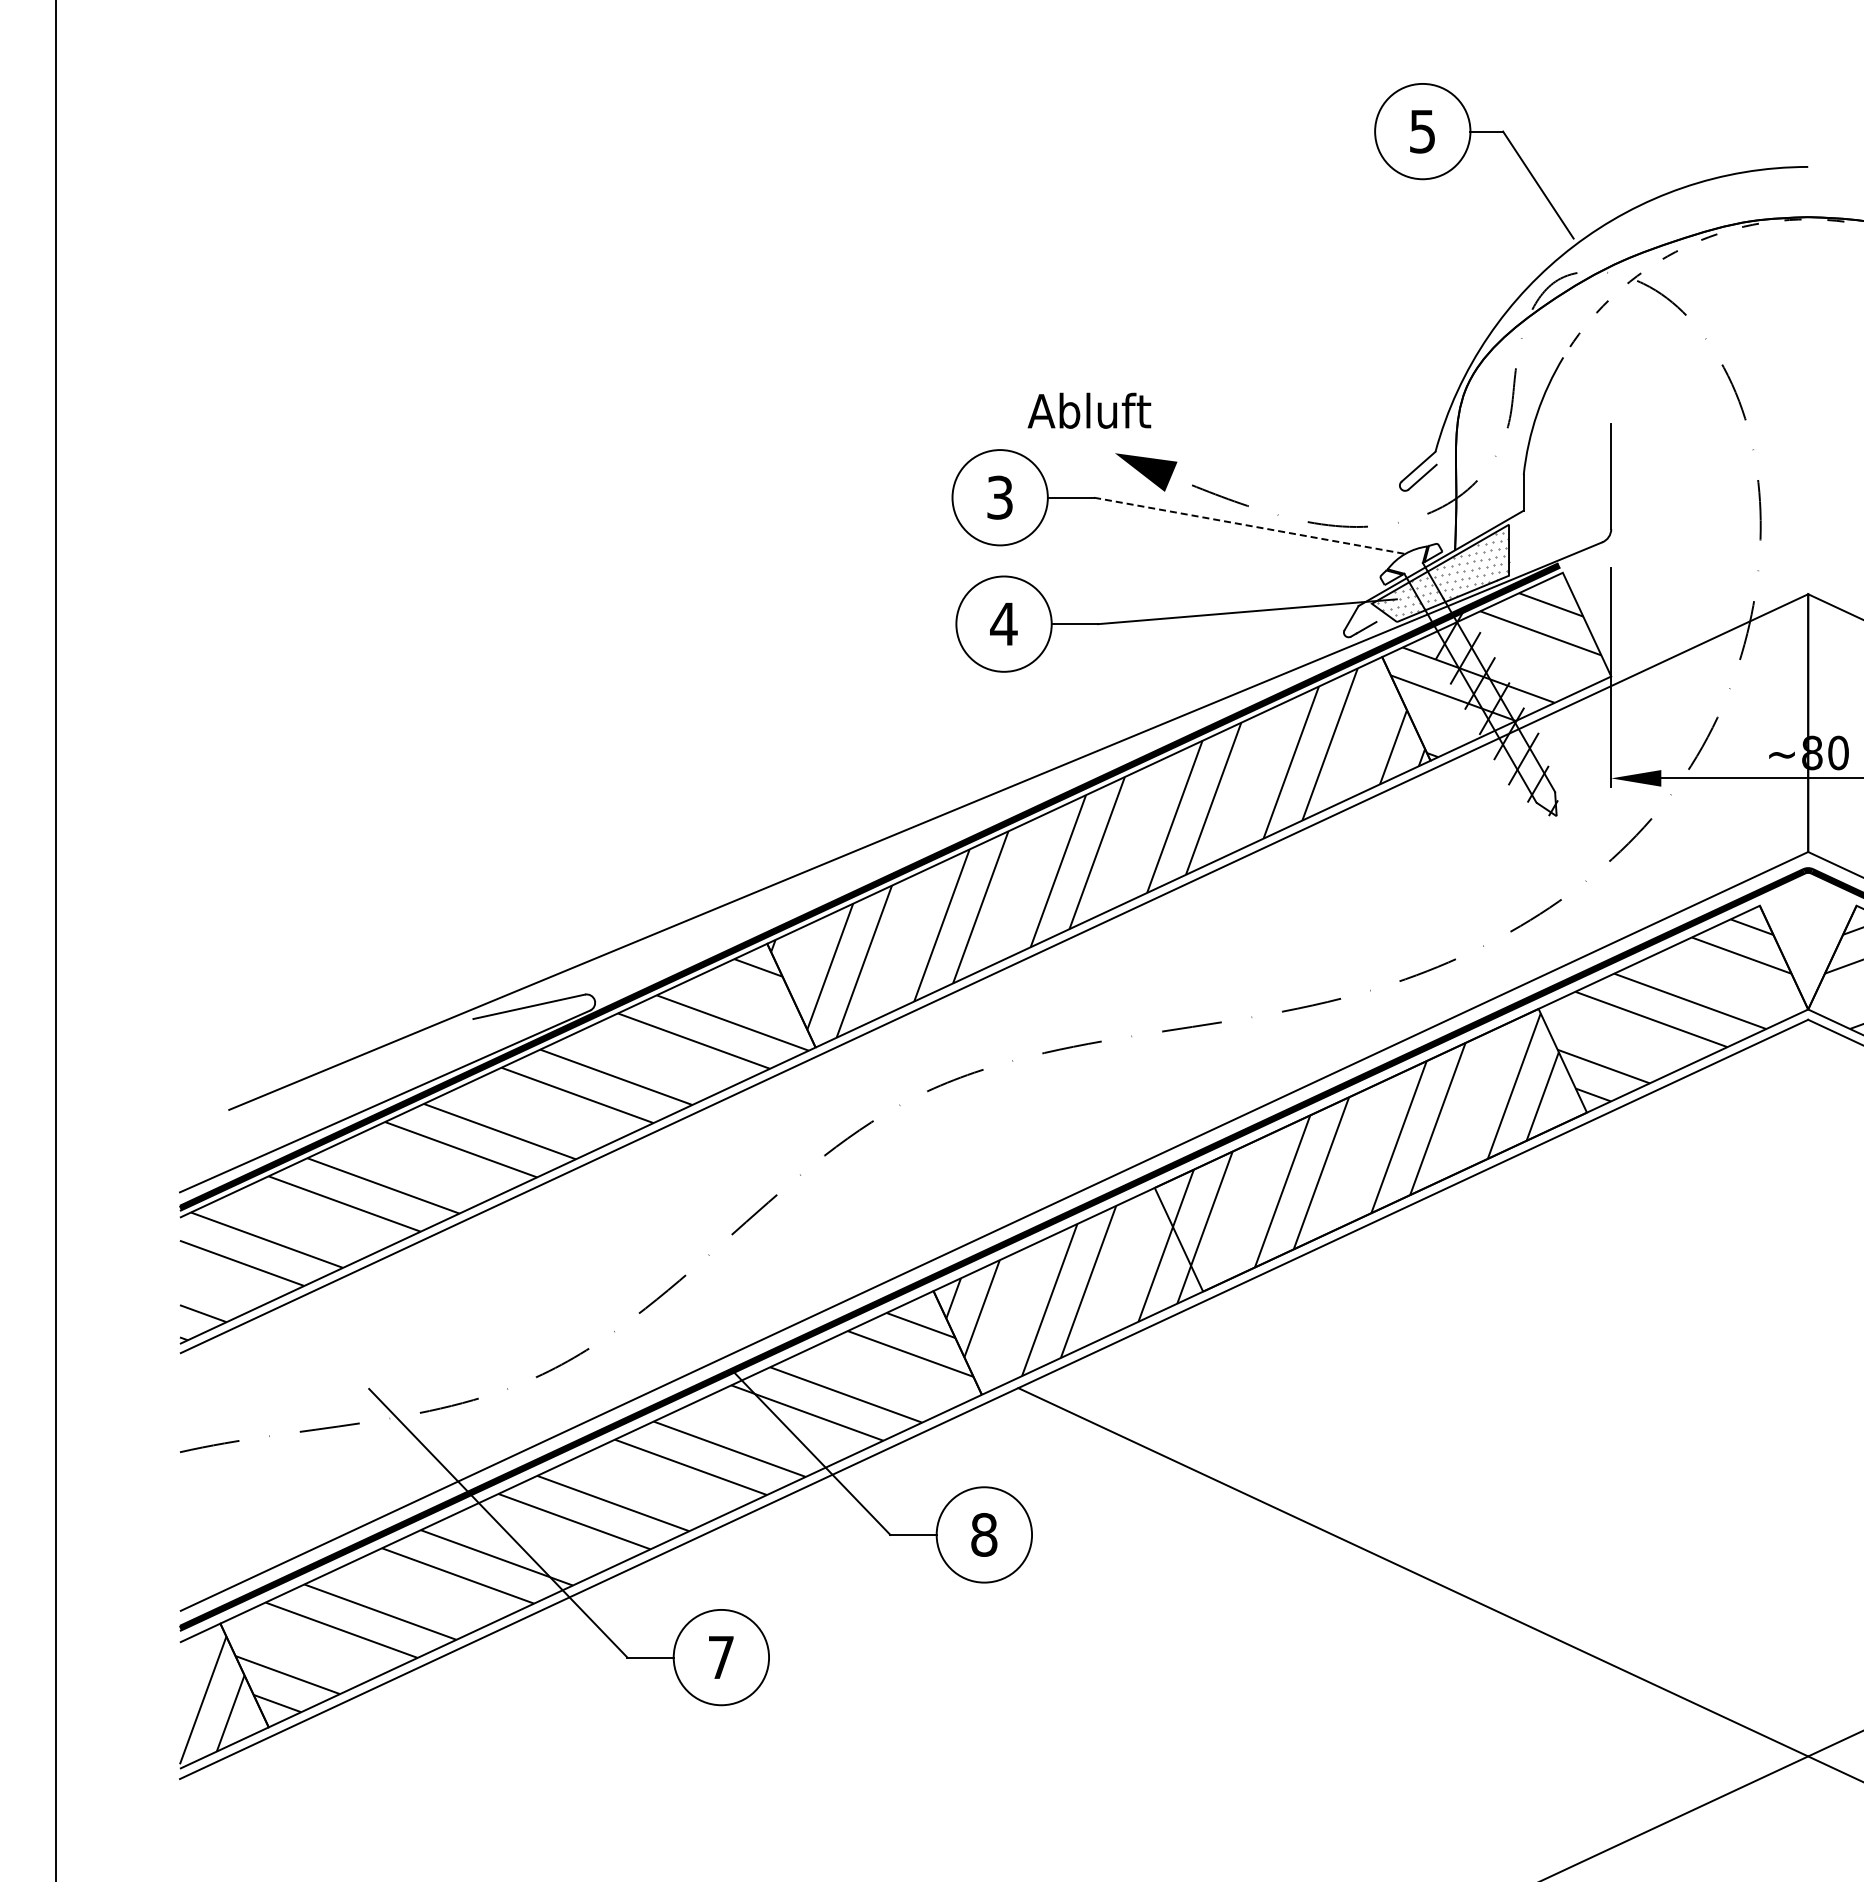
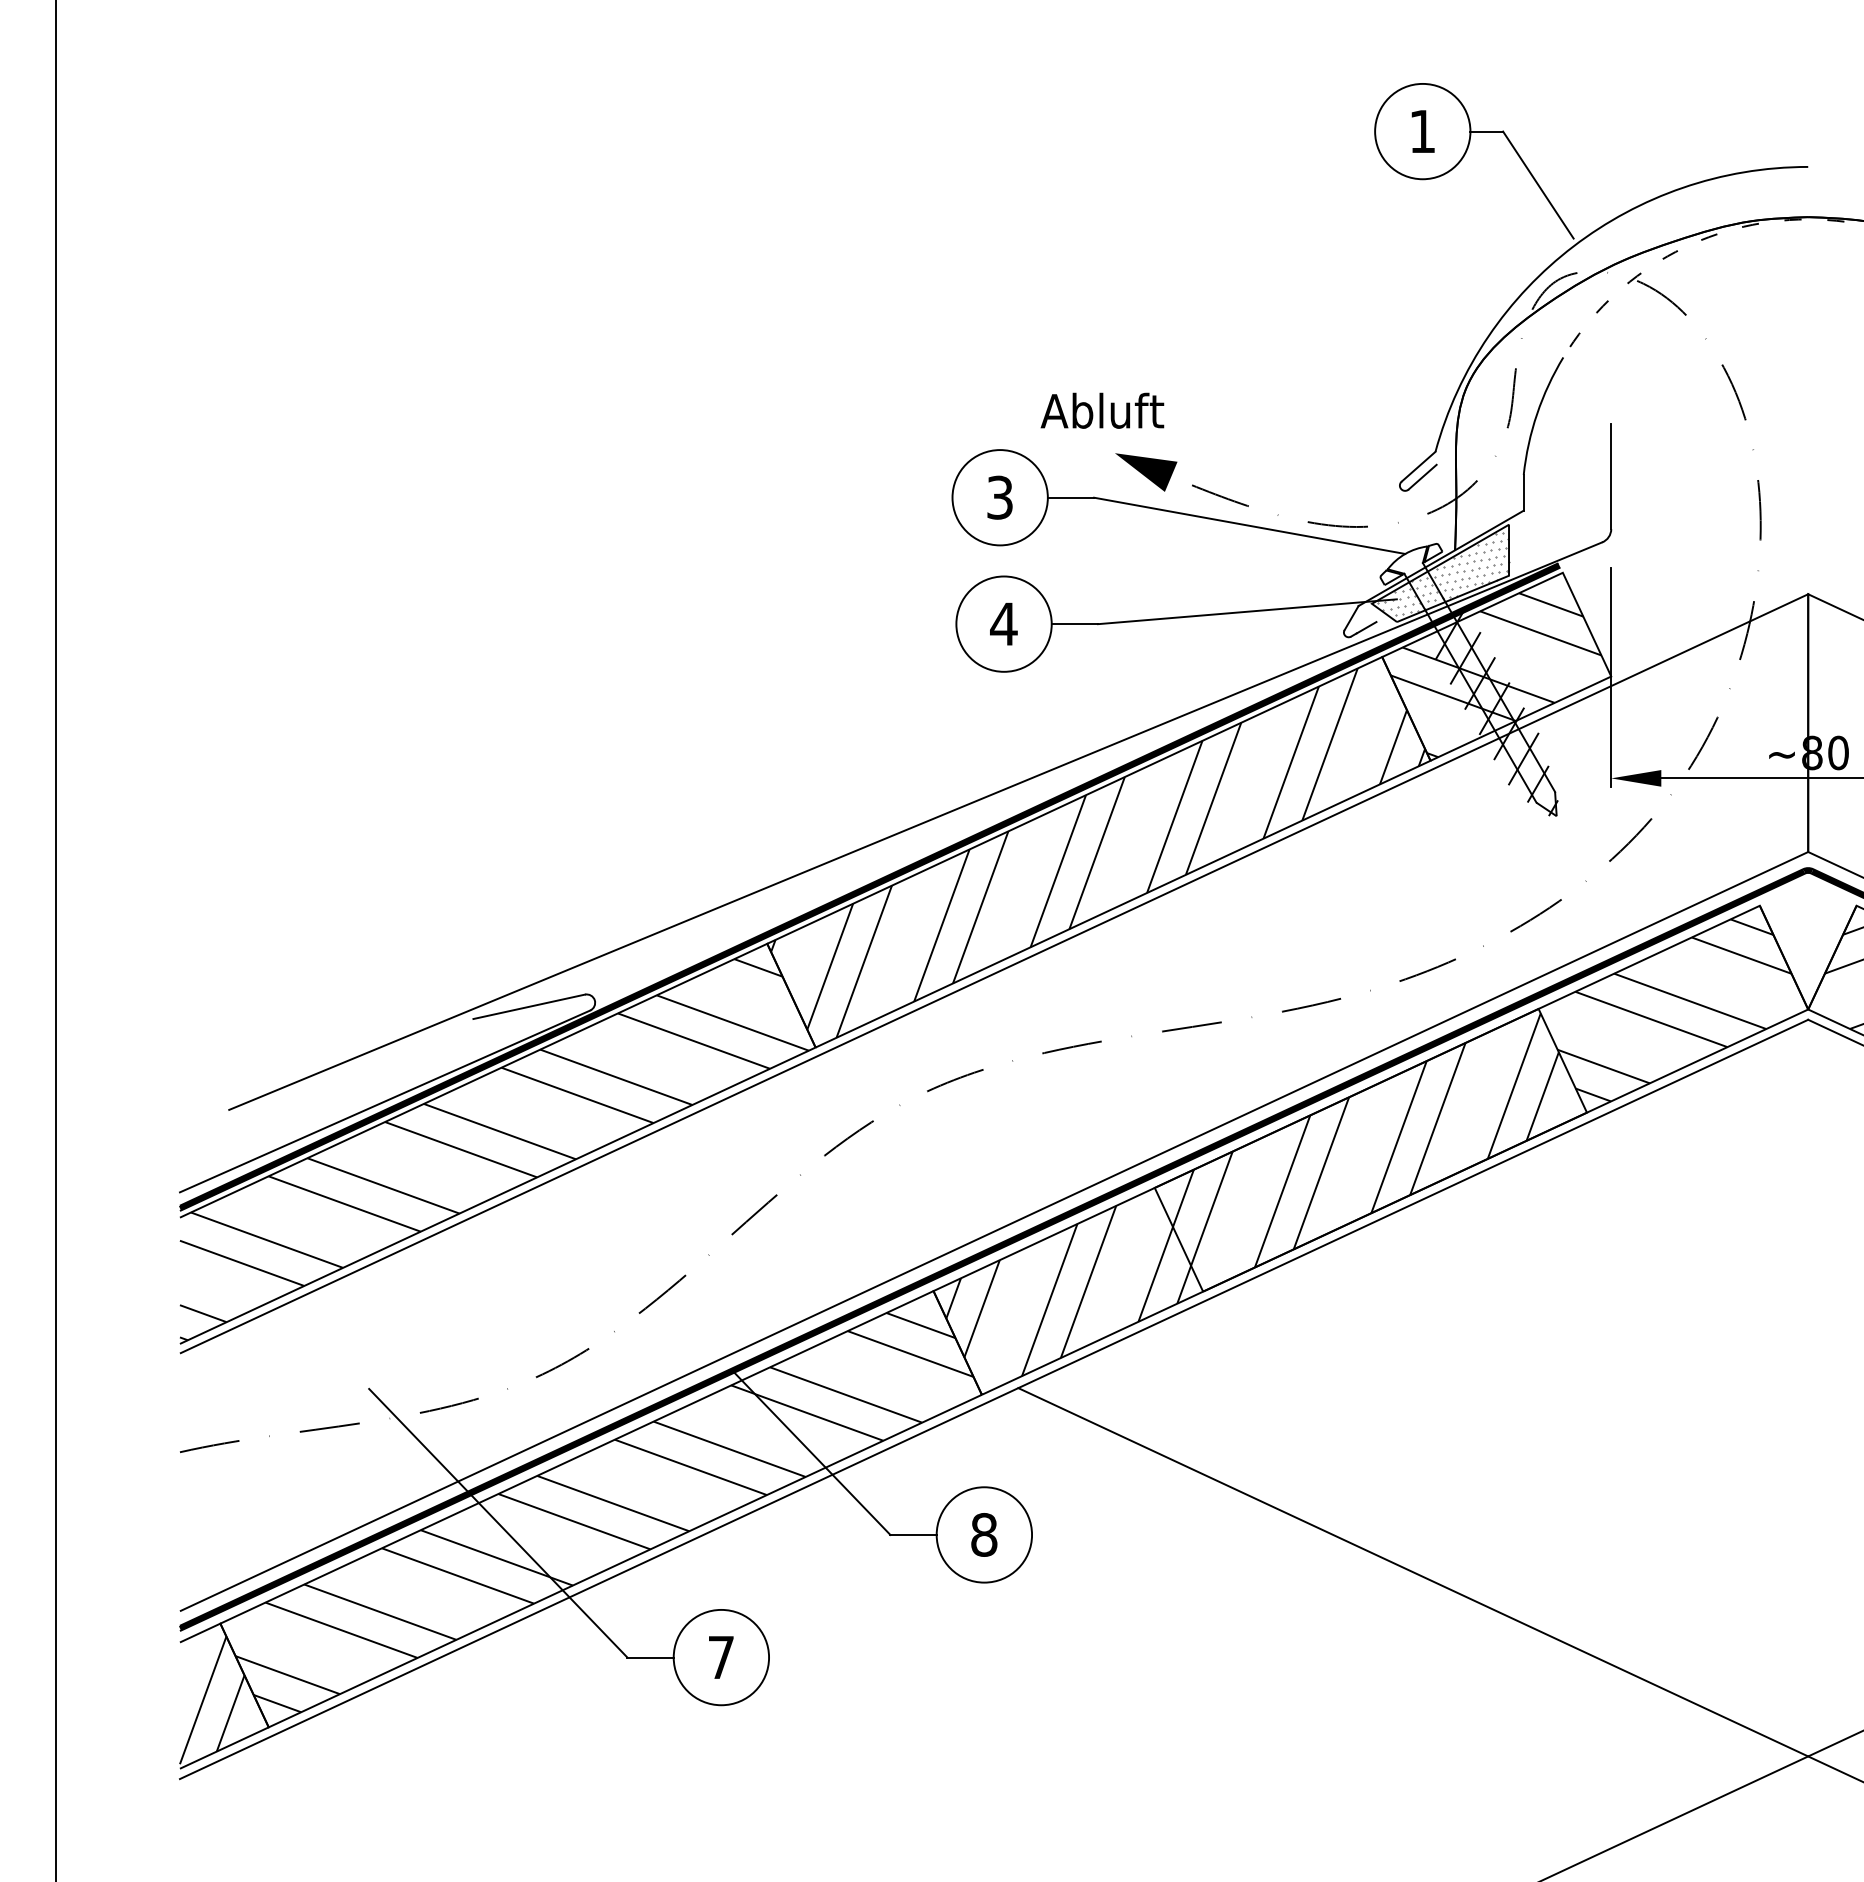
text at (1422, 131): 5 -> 1
text at (1089, 410) position: (1089, 410) -> (1102, 410)
line at (1250, 525): dashed -> solid
